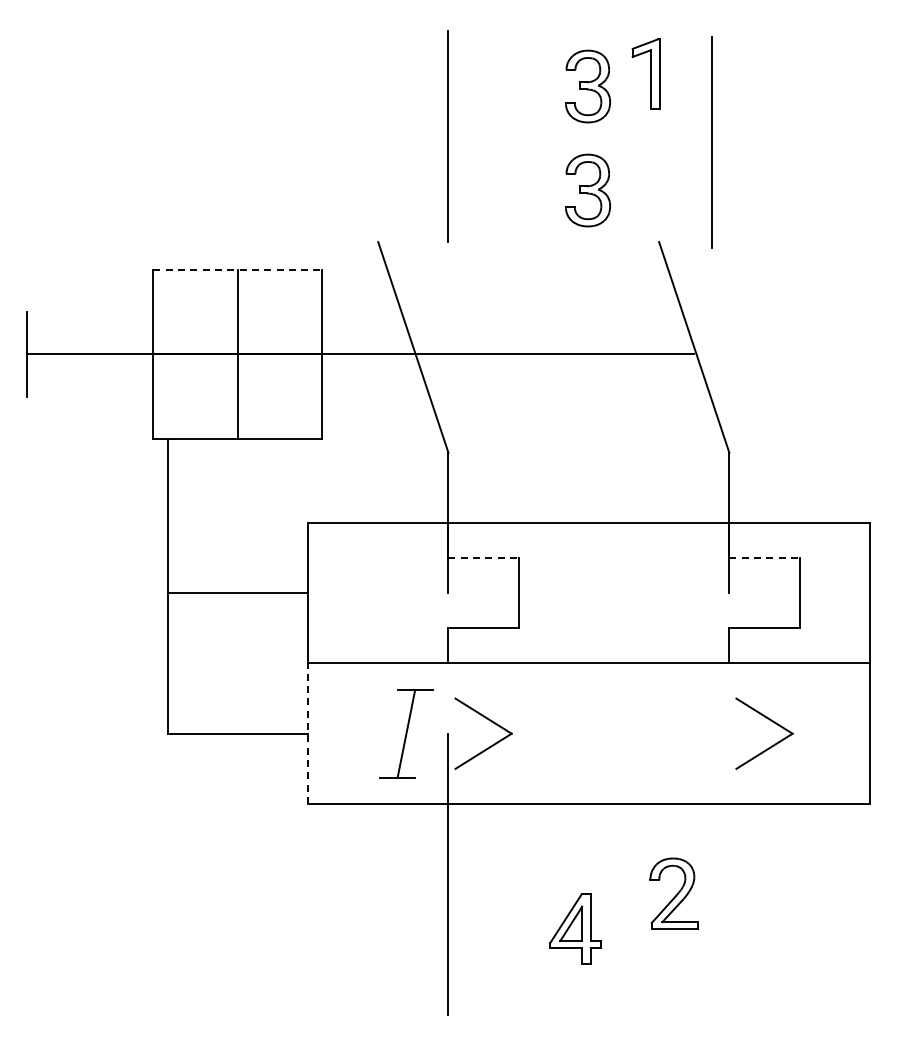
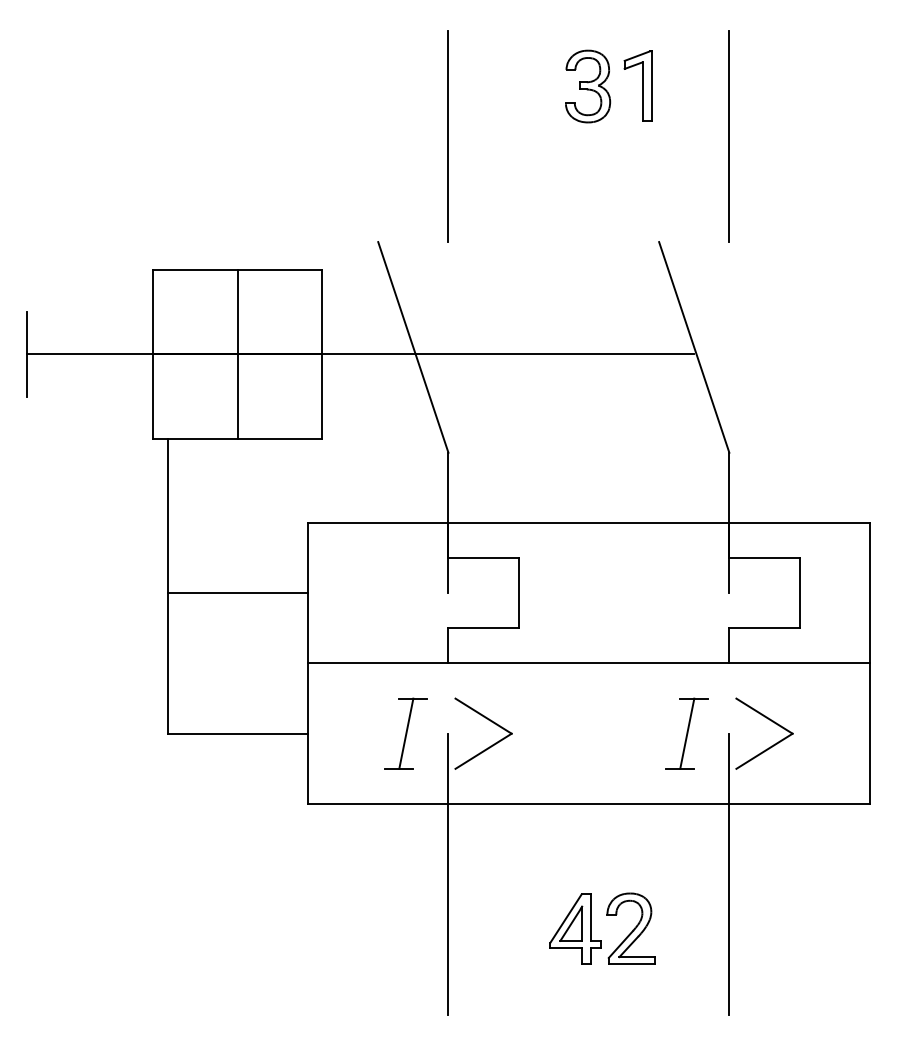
part at (645, 73) position: (645, 73) -> (637, 85)
line at (711, 142) position: (711, 142) -> (728, 136)
part at (588, 190): present -> none
line at (238, 270): dashed -> solid
line at (484, 558): dashed -> solid
line at (765, 558): dashed -> solid
line at (308, 733): dashed -> solid
part at (406, 733) size: 55x90 px -> 44x73 px
part at (686, 733): none -> present
line at (729, 873): none -> present
part at (673, 893) position: (673, 893) -> (630, 928)
